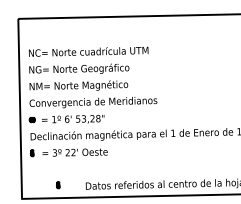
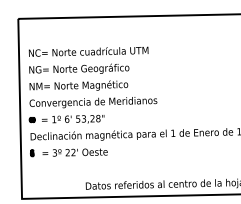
part at (58, 185): present -> none
